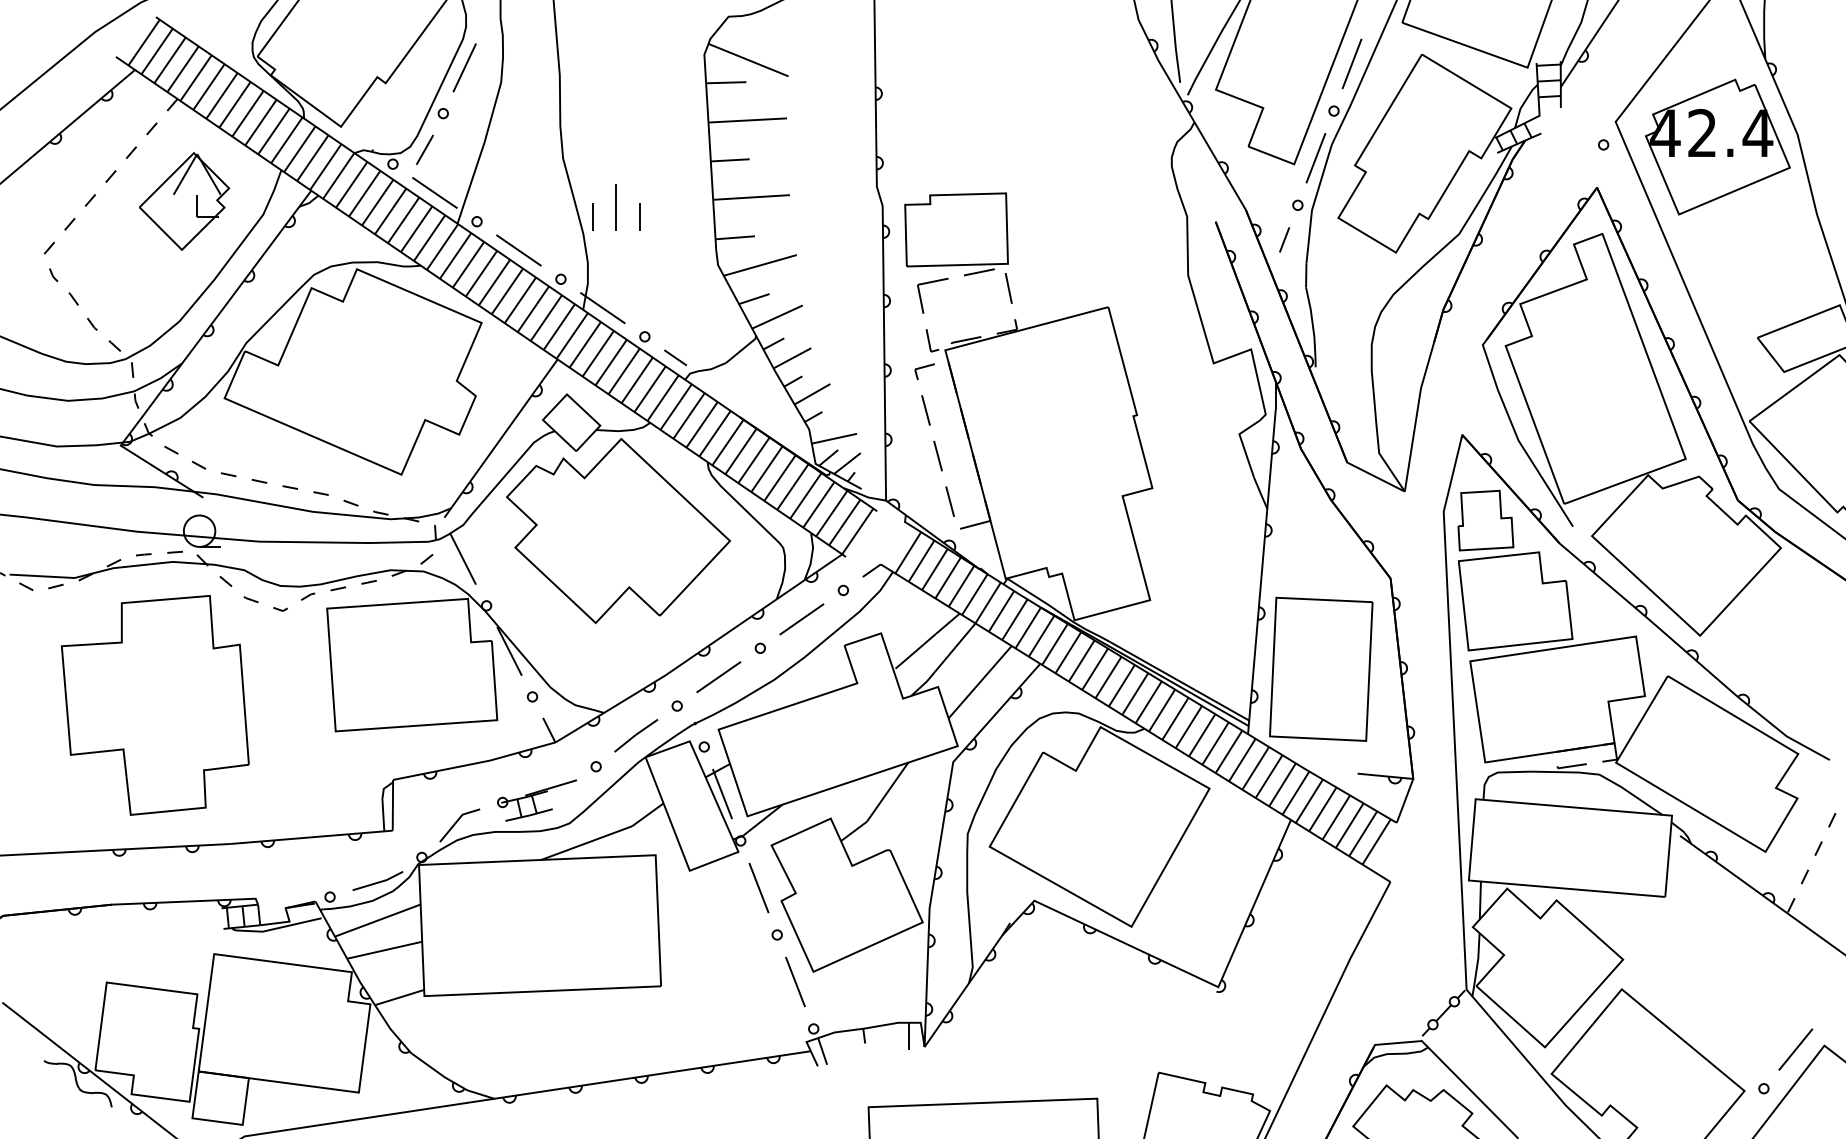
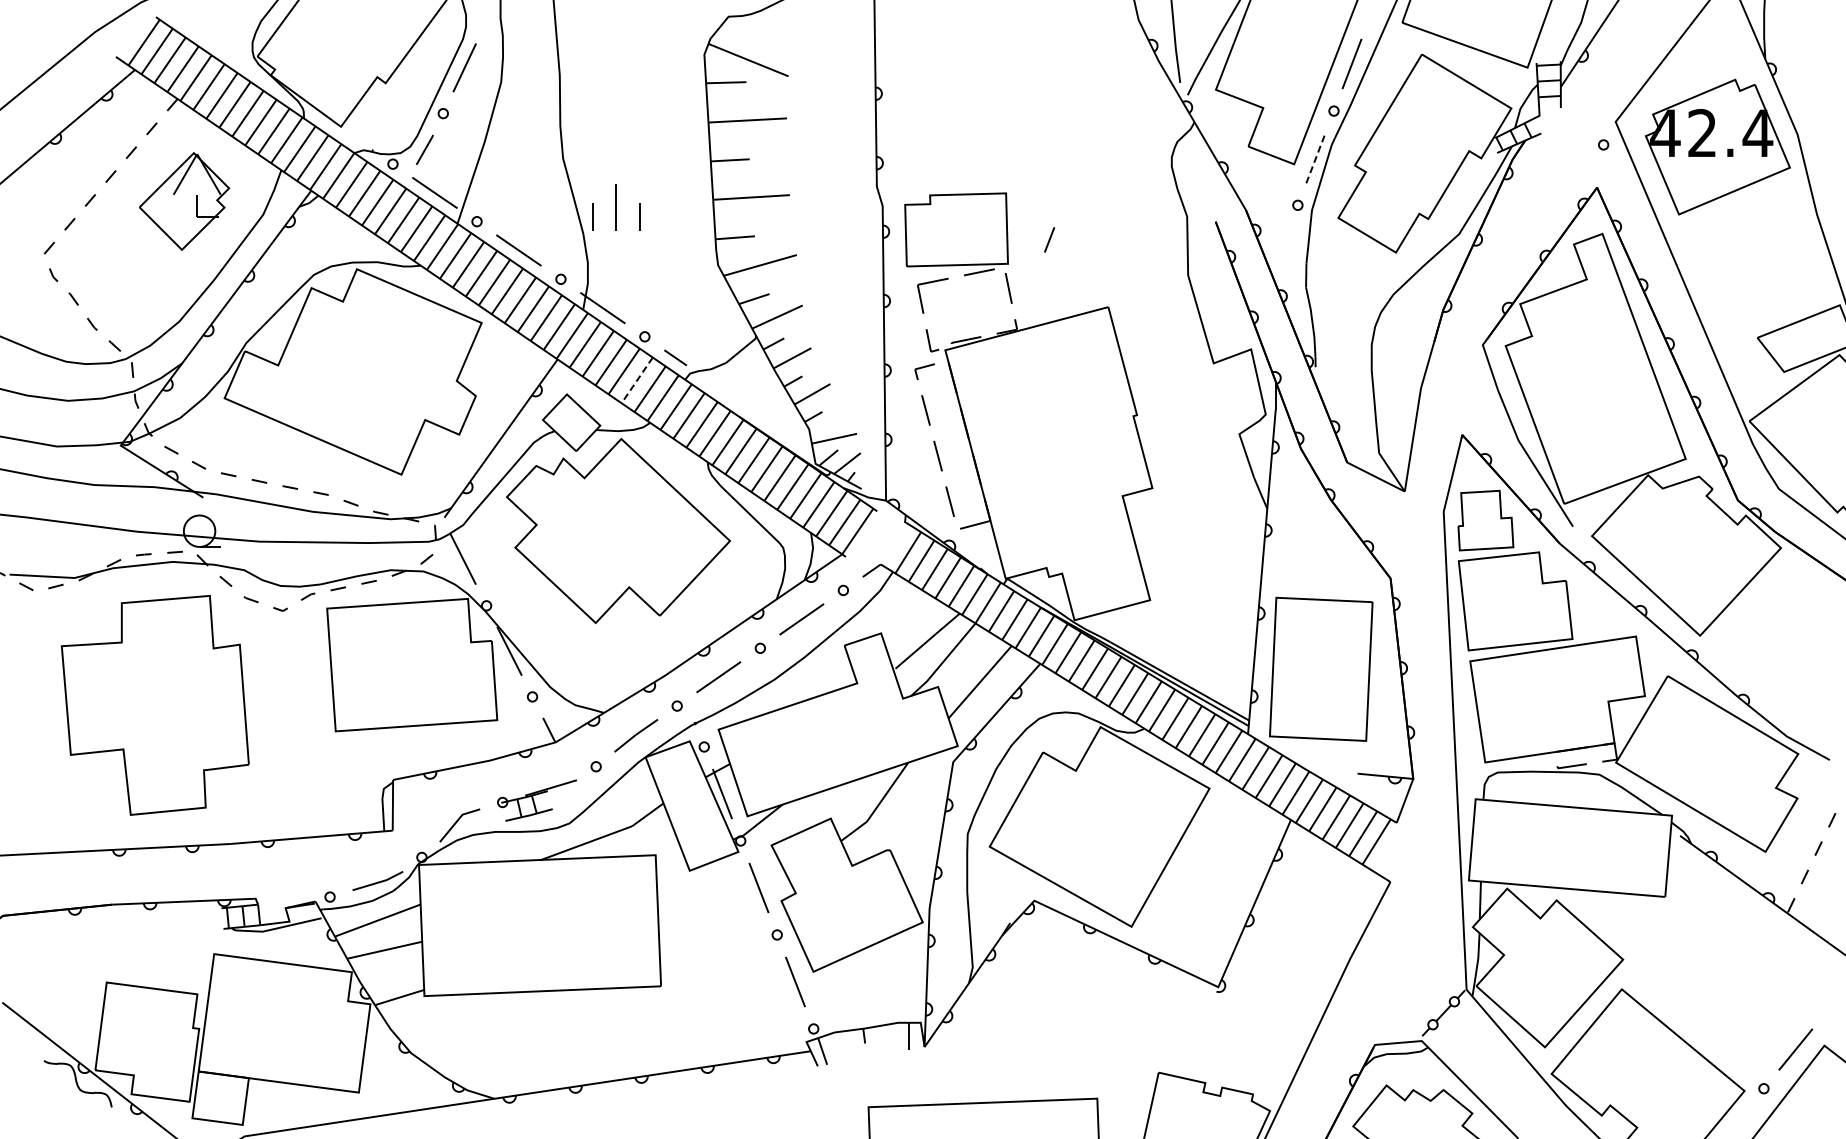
line at (1315, 158): solid -> dashed
line at (1284, 239) position: (1284, 239) -> (1049, 239)
line at (637, 380): solid -> dashed
